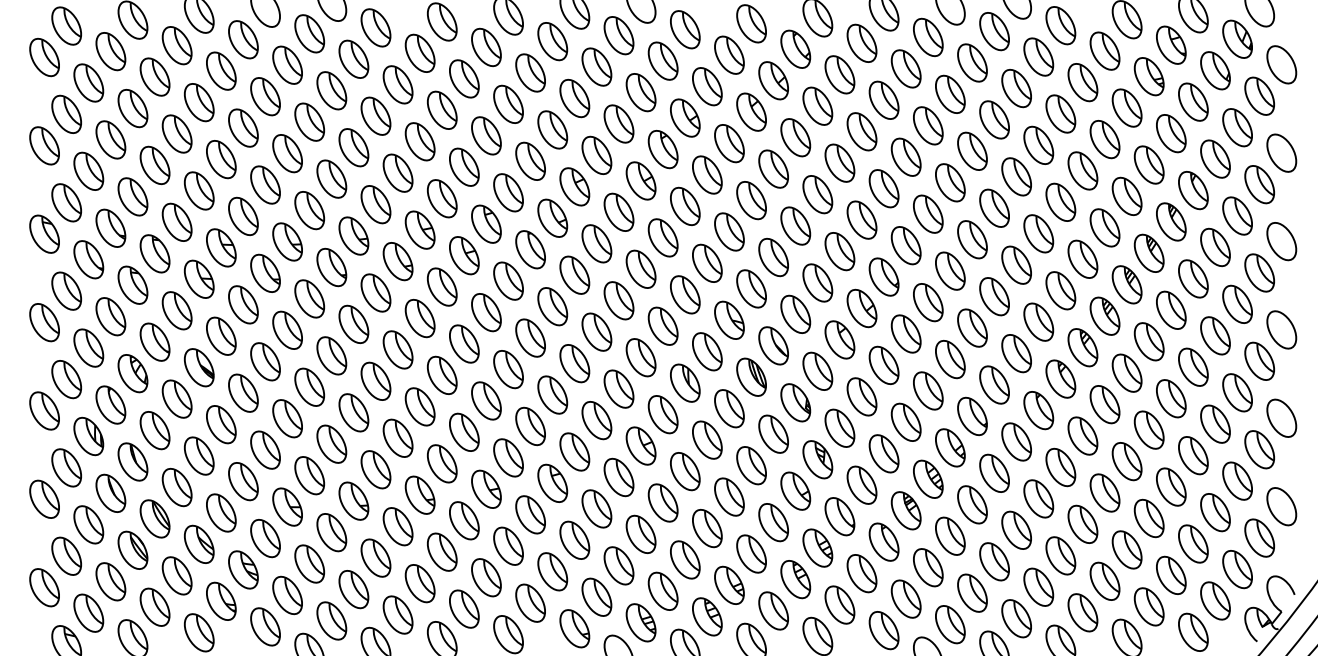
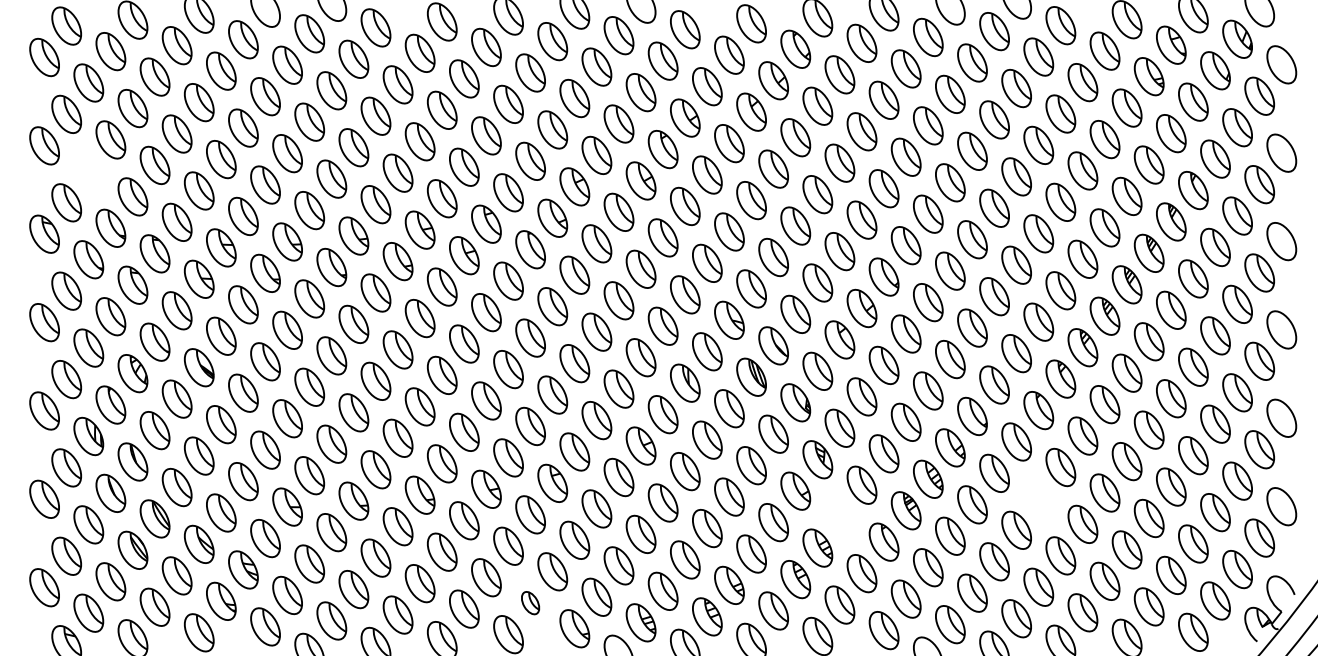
part at (88, 170): present -> none
part at (1038, 498): present -> none
part at (839, 516): present -> none
part at (530, 602) size: 31x40 px -> 20x25 px
